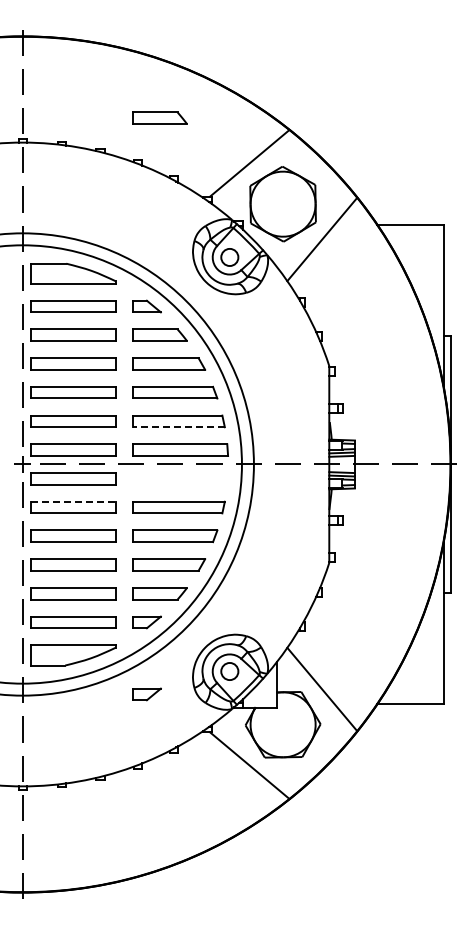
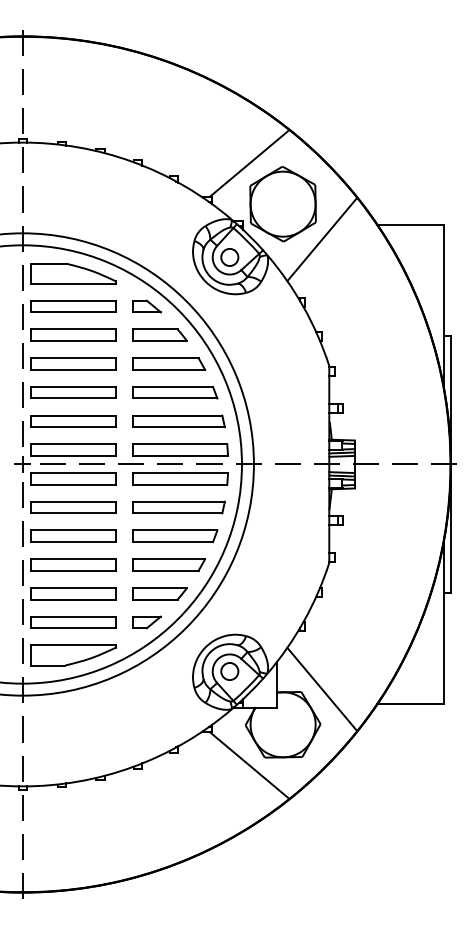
part at (159, 117): present -> none
line at (179, 427): dashed -> solid
part at (180, 478): none -> present
line at (74, 501): dashed -> solid
part at (146, 694): present -> none
